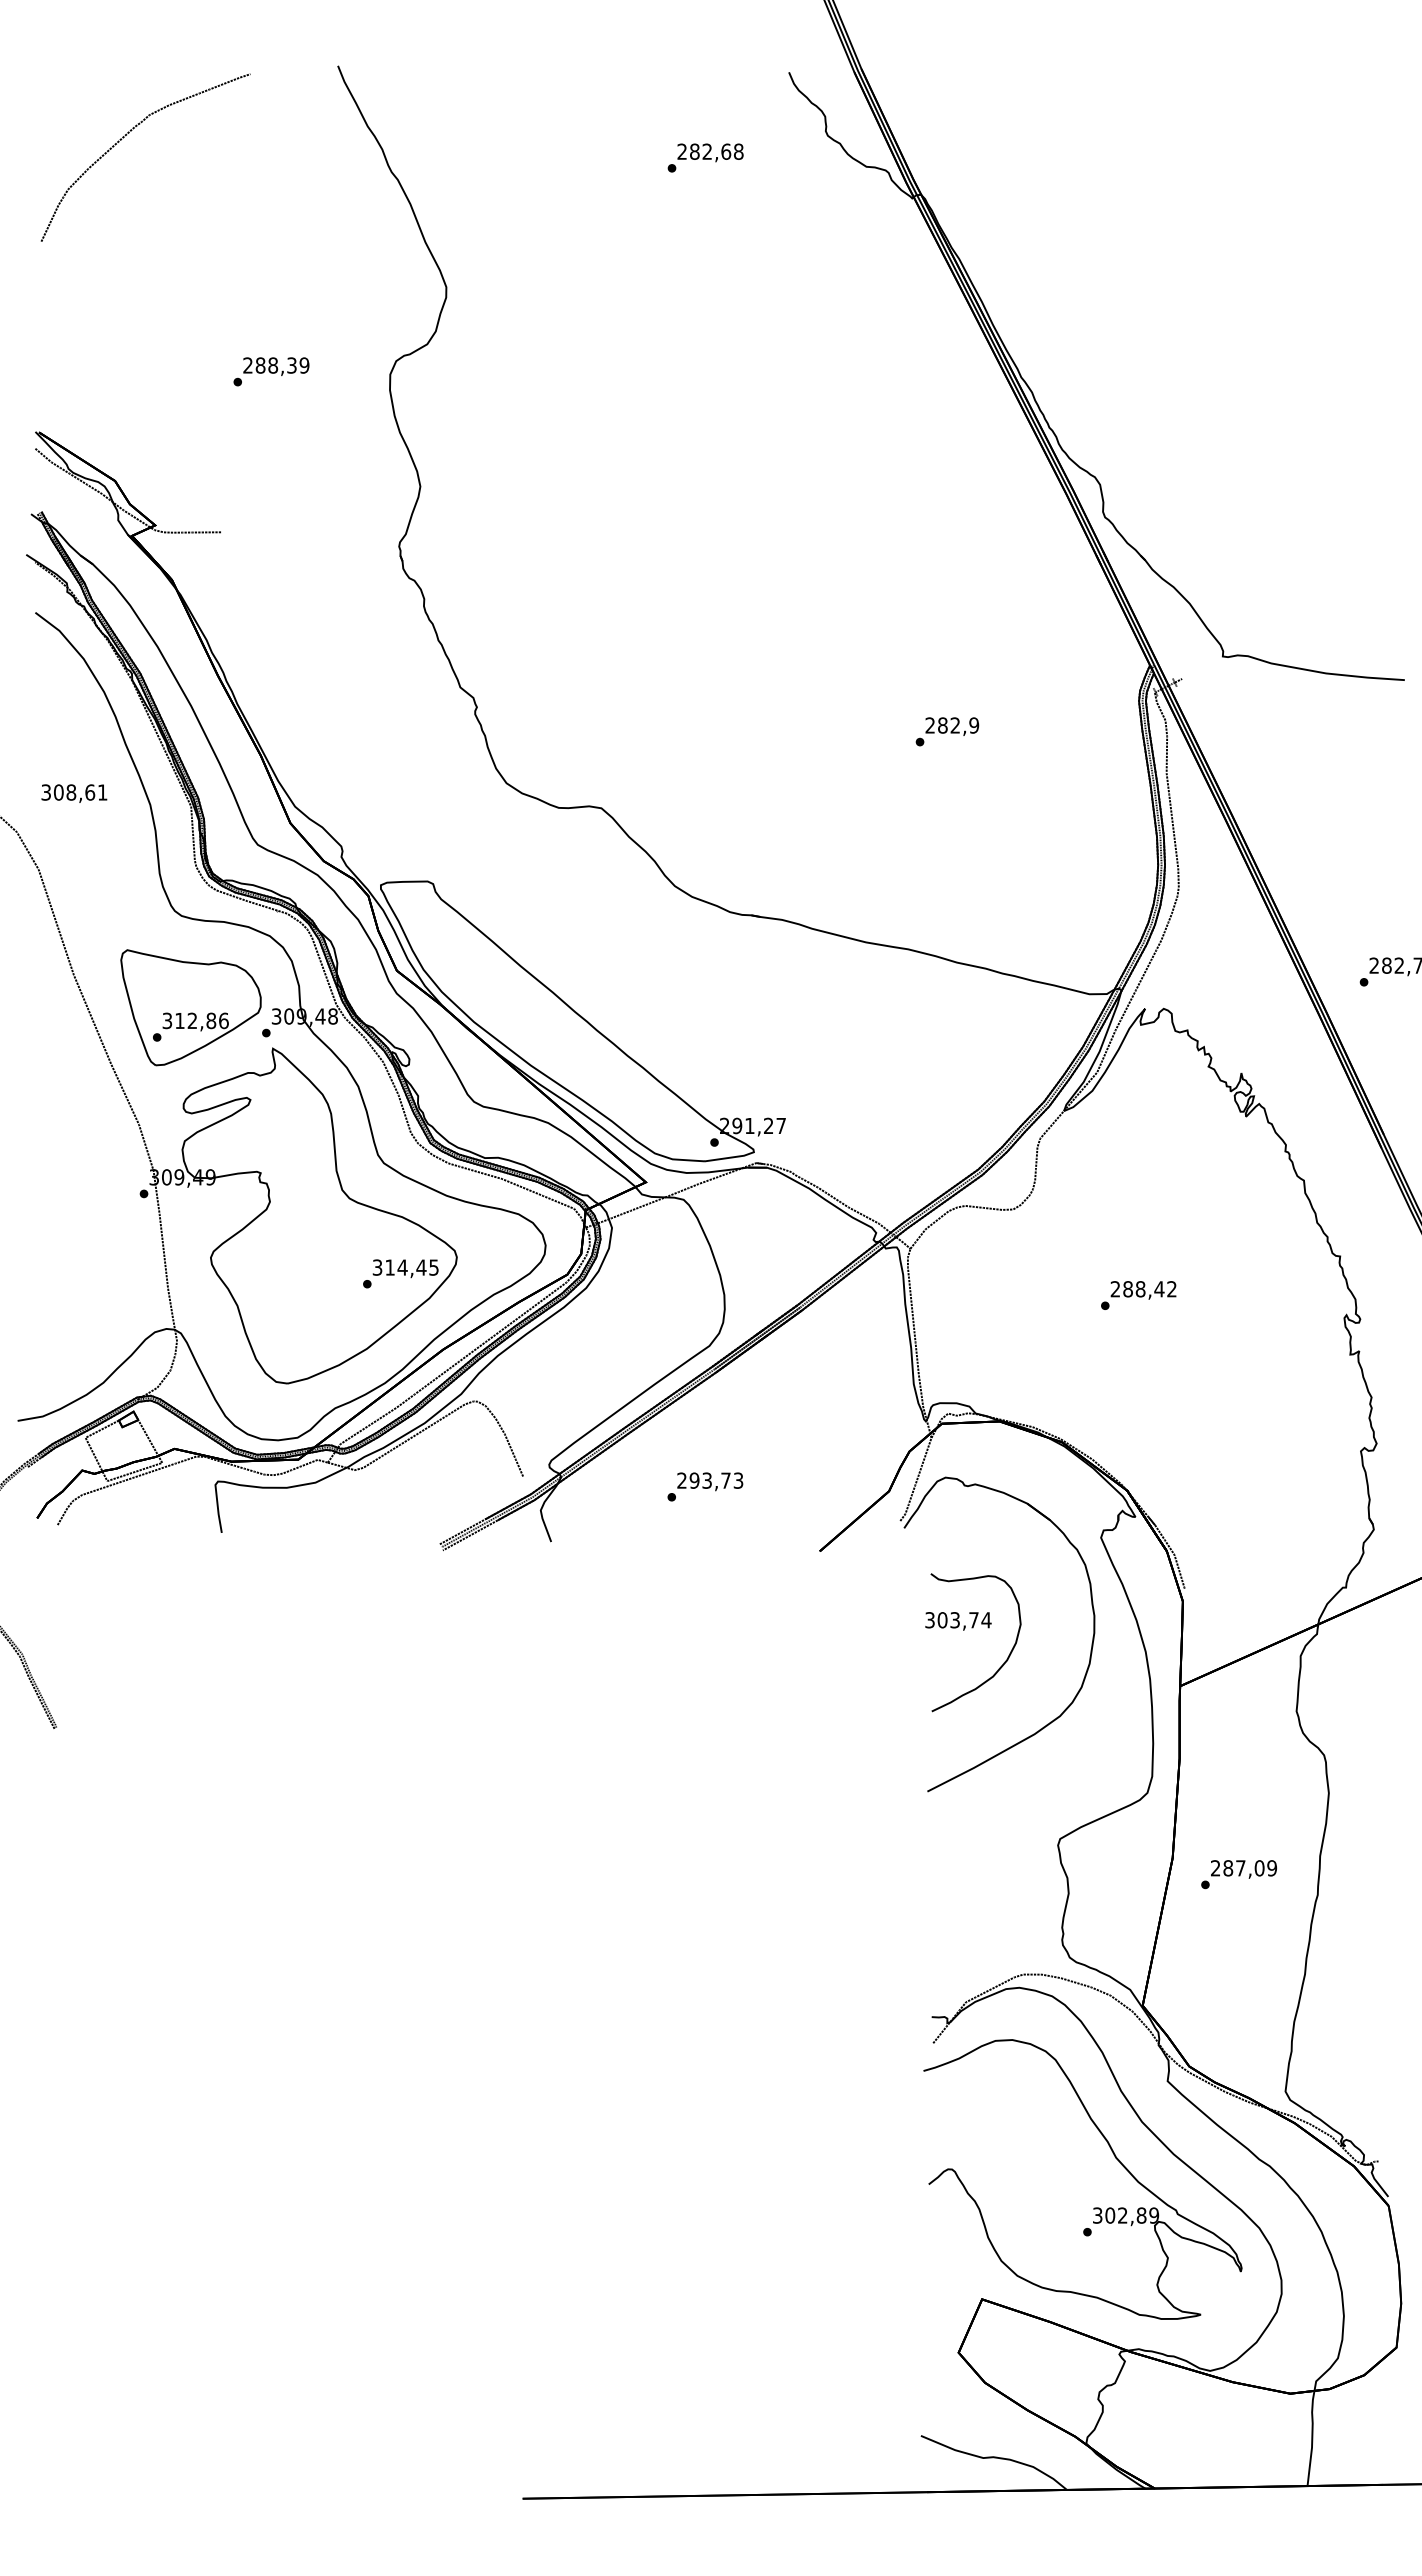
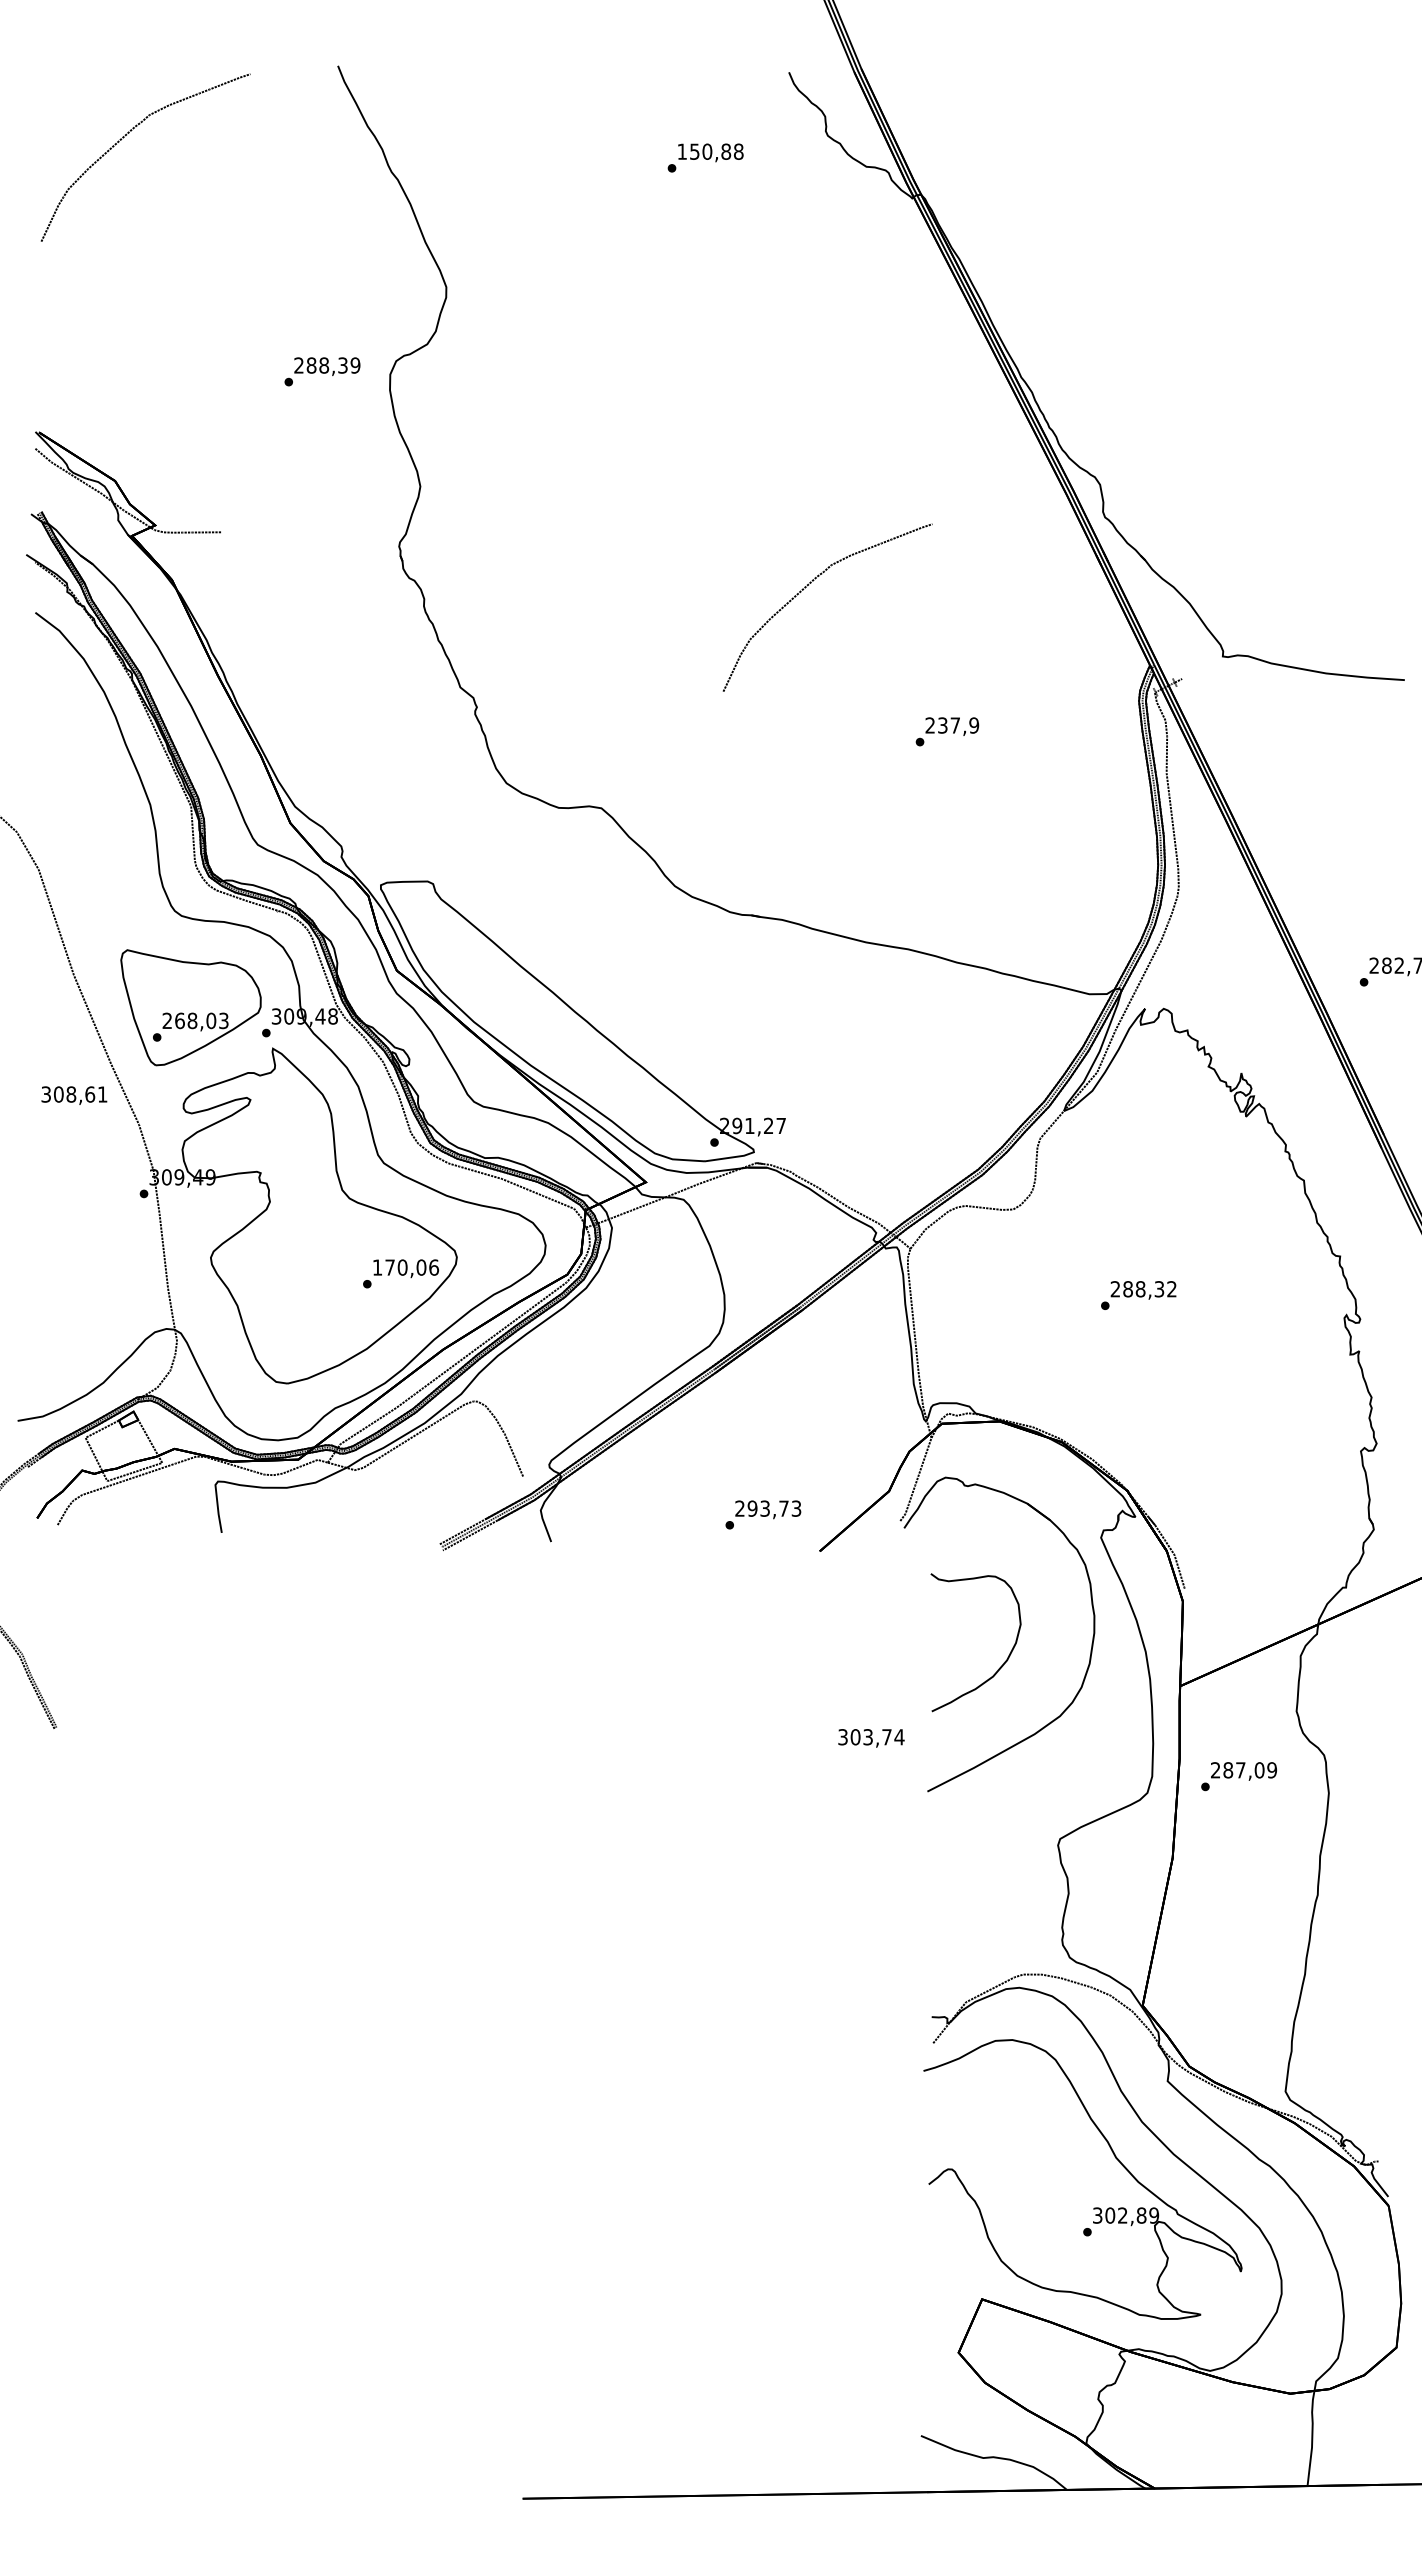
text at (704, 151): 282,68 -> 150,88
text at (271, 371) position: (271, 371) -> (322, 371)
curve at (811, 583): none -> present
text at (948, 725): 282,9 -> 237,9
text at (74, 793) position: (74, 793) -> (74, 1095)
text at (195, 1020): 312,86 -> 268,03
text at (405, 1267): 314,45 -> 170,06
text at (1159, 1289): 288,42 -> 288,32
text at (705, 1486) position: (705, 1486) -> (763, 1514)
text at (958, 1621) position: (958, 1621) -> (871, 1738)
text at (1238, 1874) position: (1238, 1874) -> (1238, 1776)
